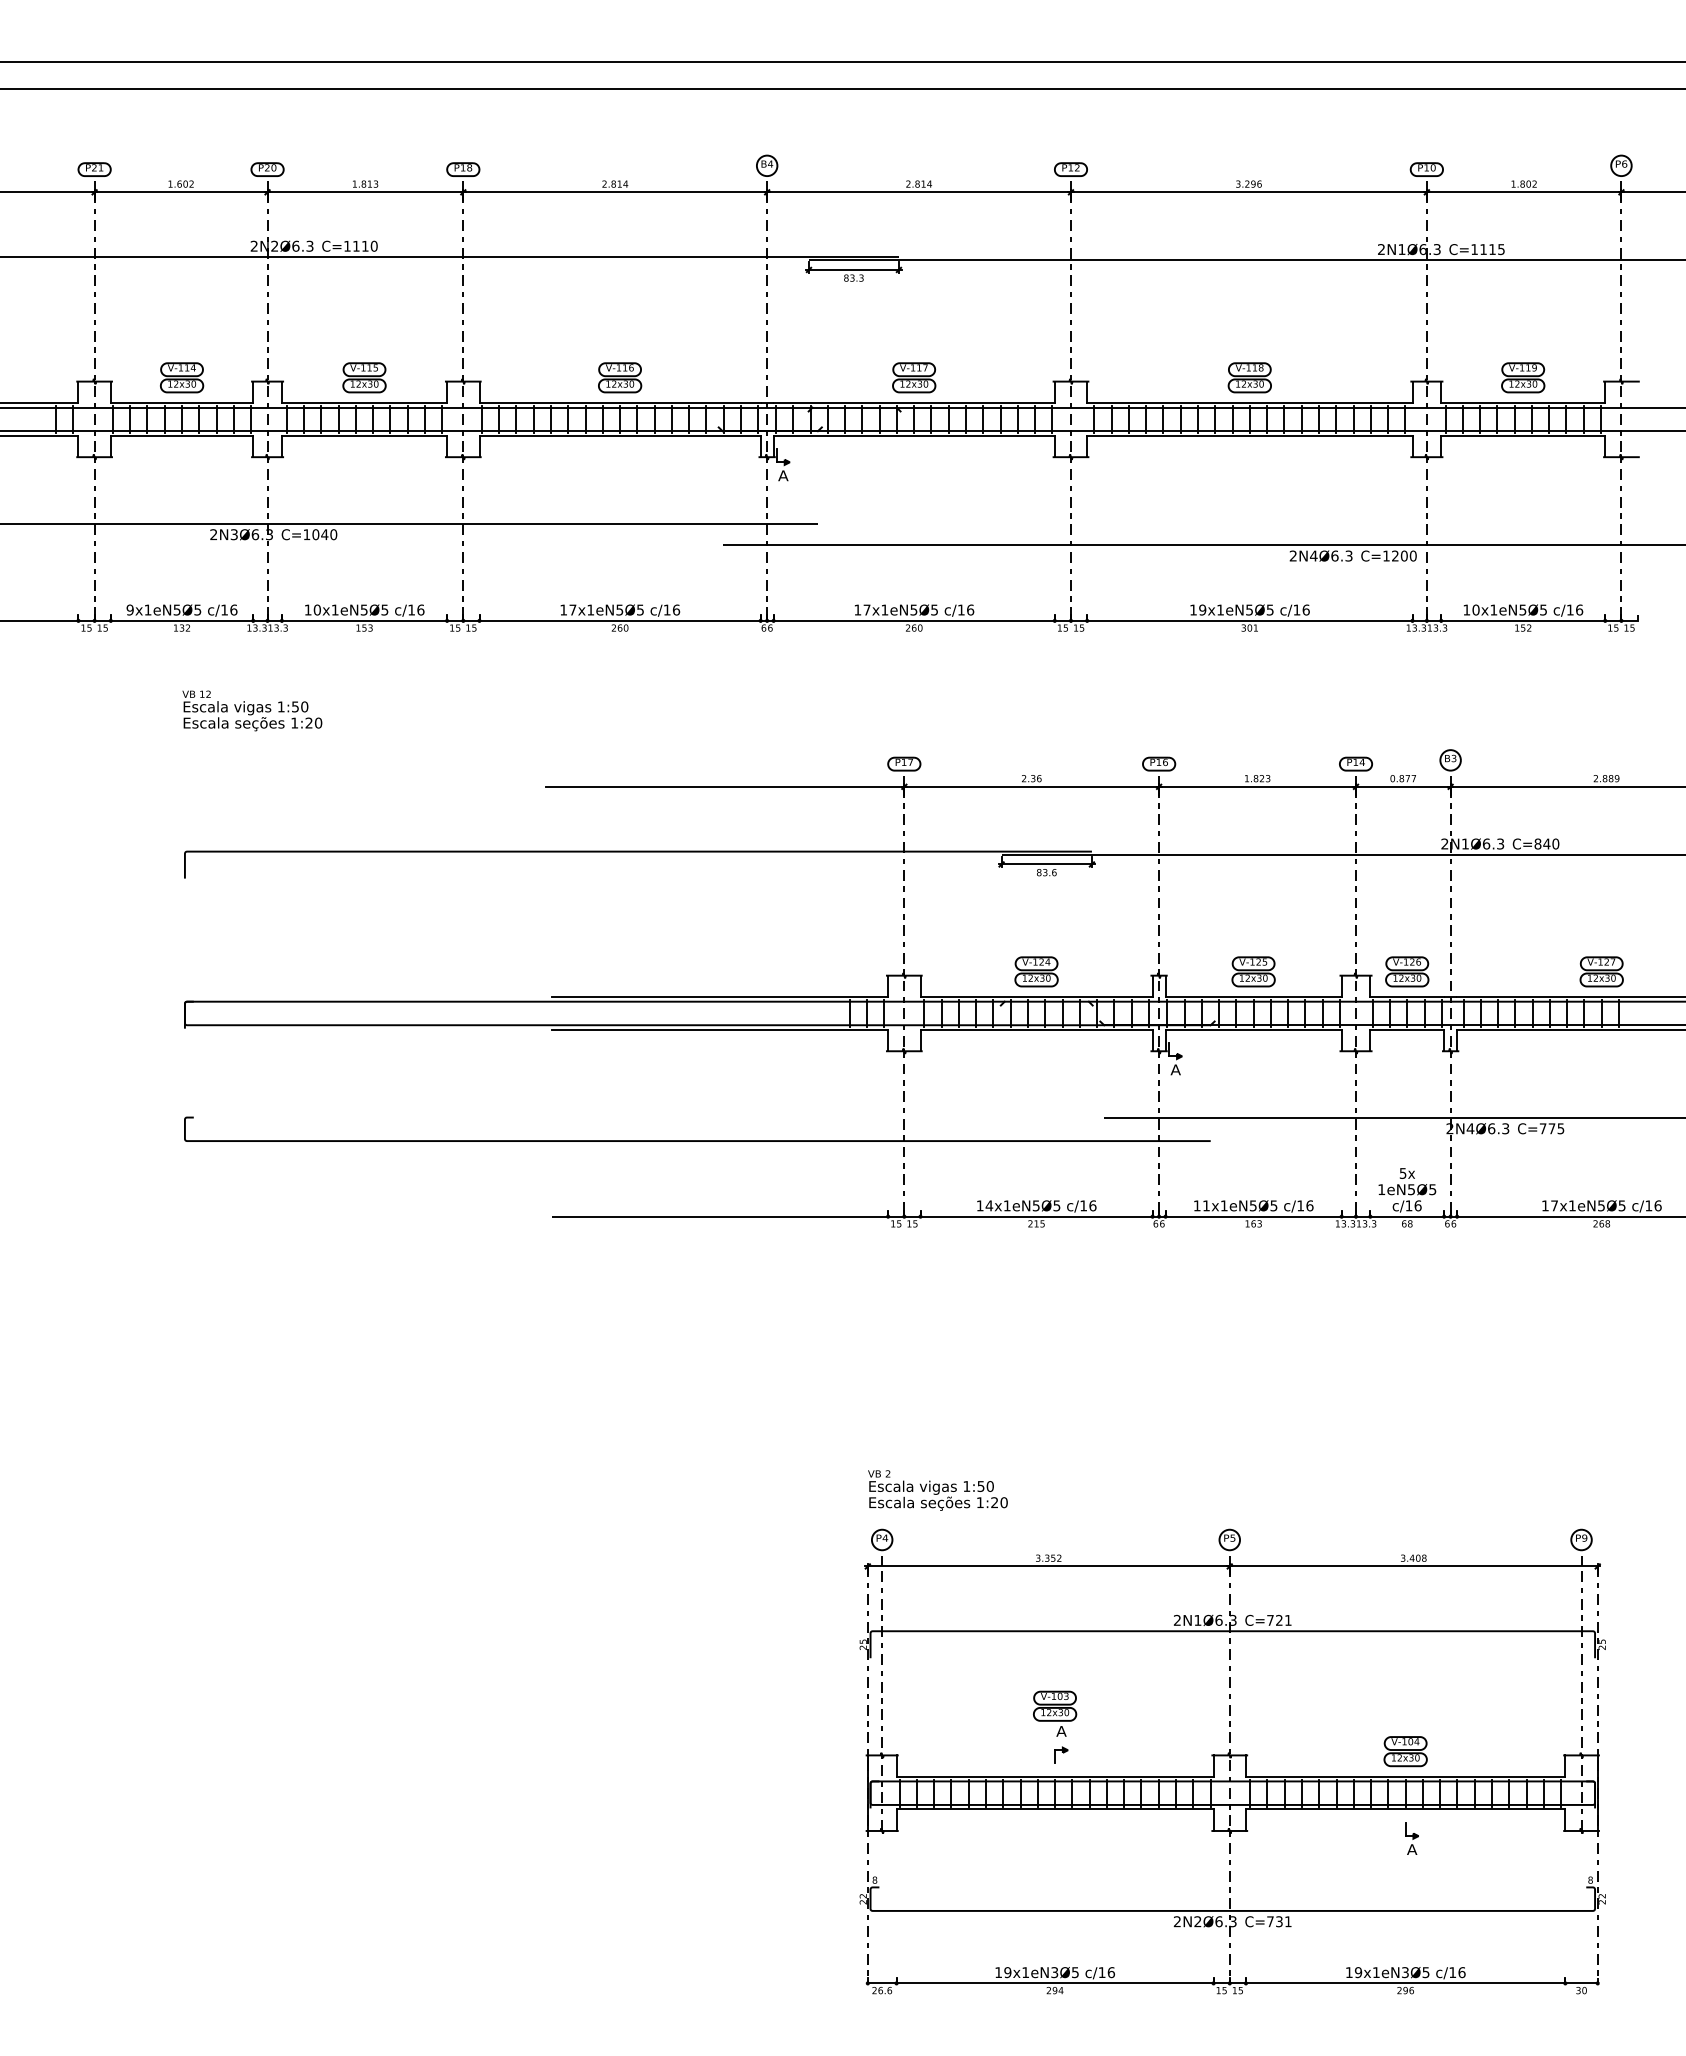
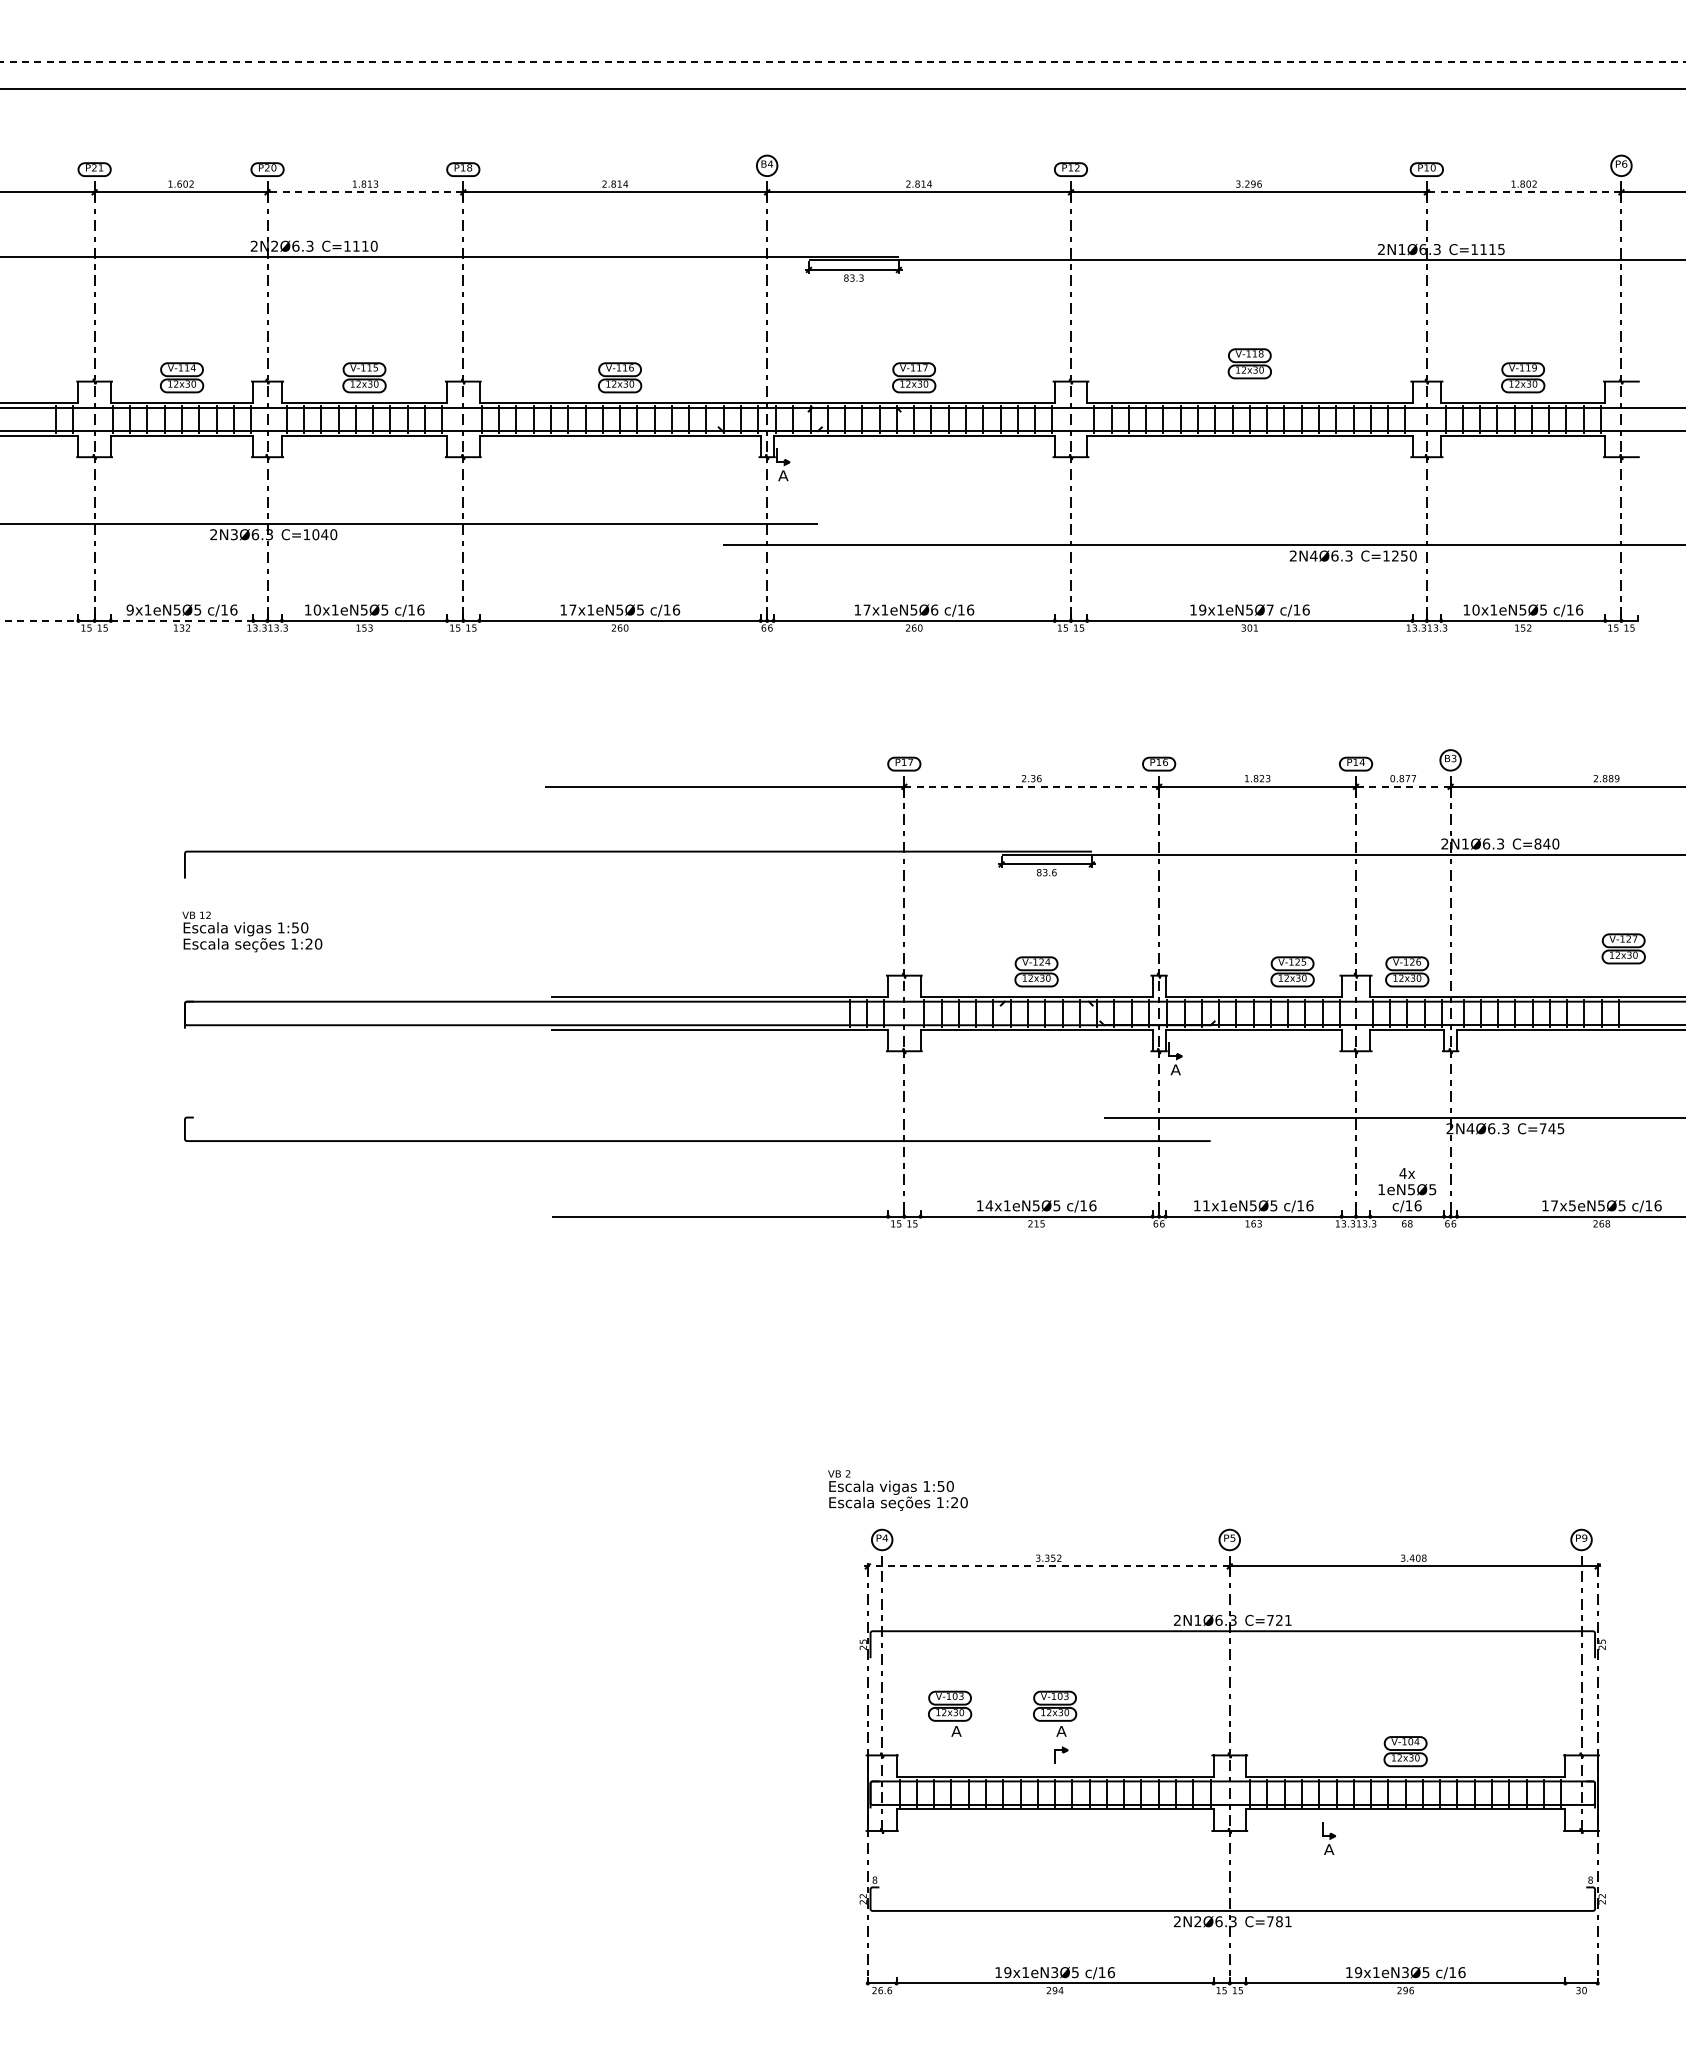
line at (842, 61): solid -> dashed
line at (365, 192): solid -> dashed
line at (1523, 192): solid -> dashed
part at (1249, 377) position: (1249, 377) -> (1249, 363)
text at (1403, 555): C=1200 -> C=1250
text at (934, 609): 17x1eN5Ø5 -> 17x1eN5Ø6
text at (1269, 609): 19x1eN5Ø5 -> 19x1eN5Ø7
line at (43, 620): solid -> dashed
line at (185, 620): solid -> dashed
text at (252, 710) position: (252, 710) -> (252, 931)
line at (1031, 786): solid -> dashed
line at (1402, 786): solid -> dashed
part at (1253, 971) position: (1253, 971) -> (1292, 971)
part at (1601, 971) position: (1601, 971) -> (1623, 948)
text at (1551, 1128): C=775 -> C=745
text at (1402, 1173): 5x -> 4x
text at (1572, 1205): 17x1eN5Ø5 -> 17x5eN5Ø5
text at (937, 1490) position: (937, 1490) -> (897, 1490)
line at (1048, 1566): solid -> dashed
part at (950, 1713): none -> present
part at (1411, 1838) position: (1411, 1838) -> (1328, 1838)
text at (1279, 1921): C=731 -> C=781
